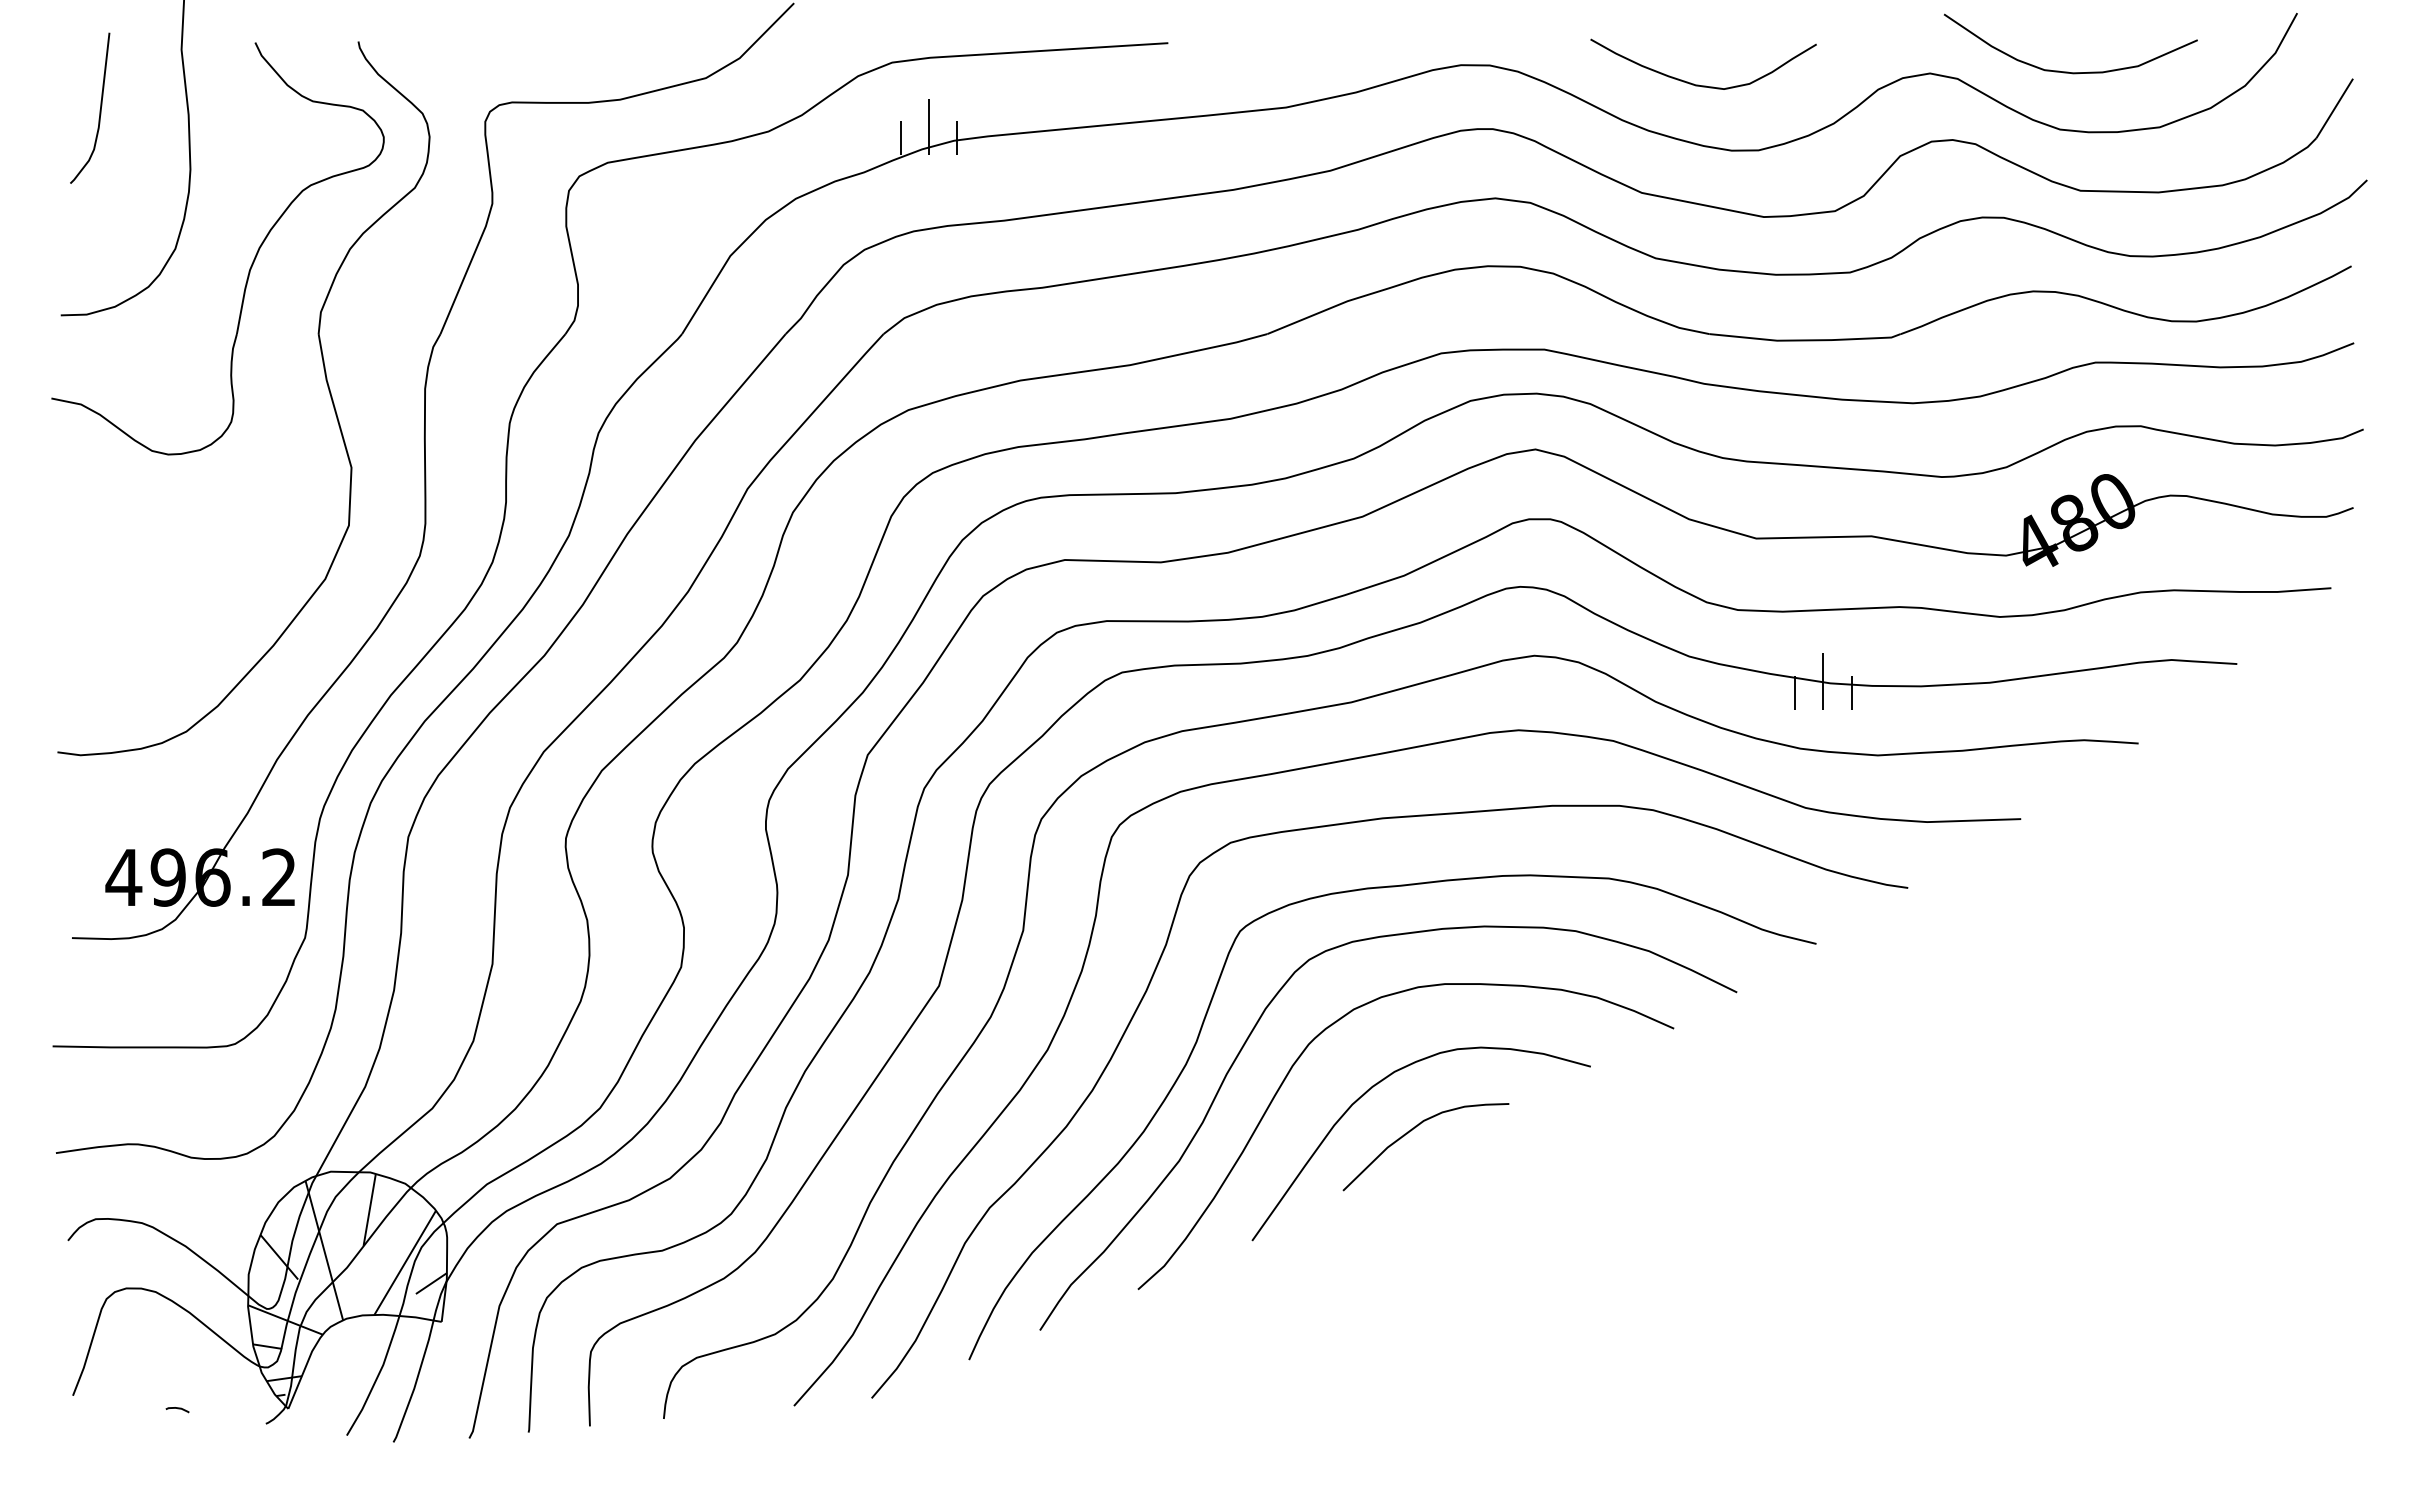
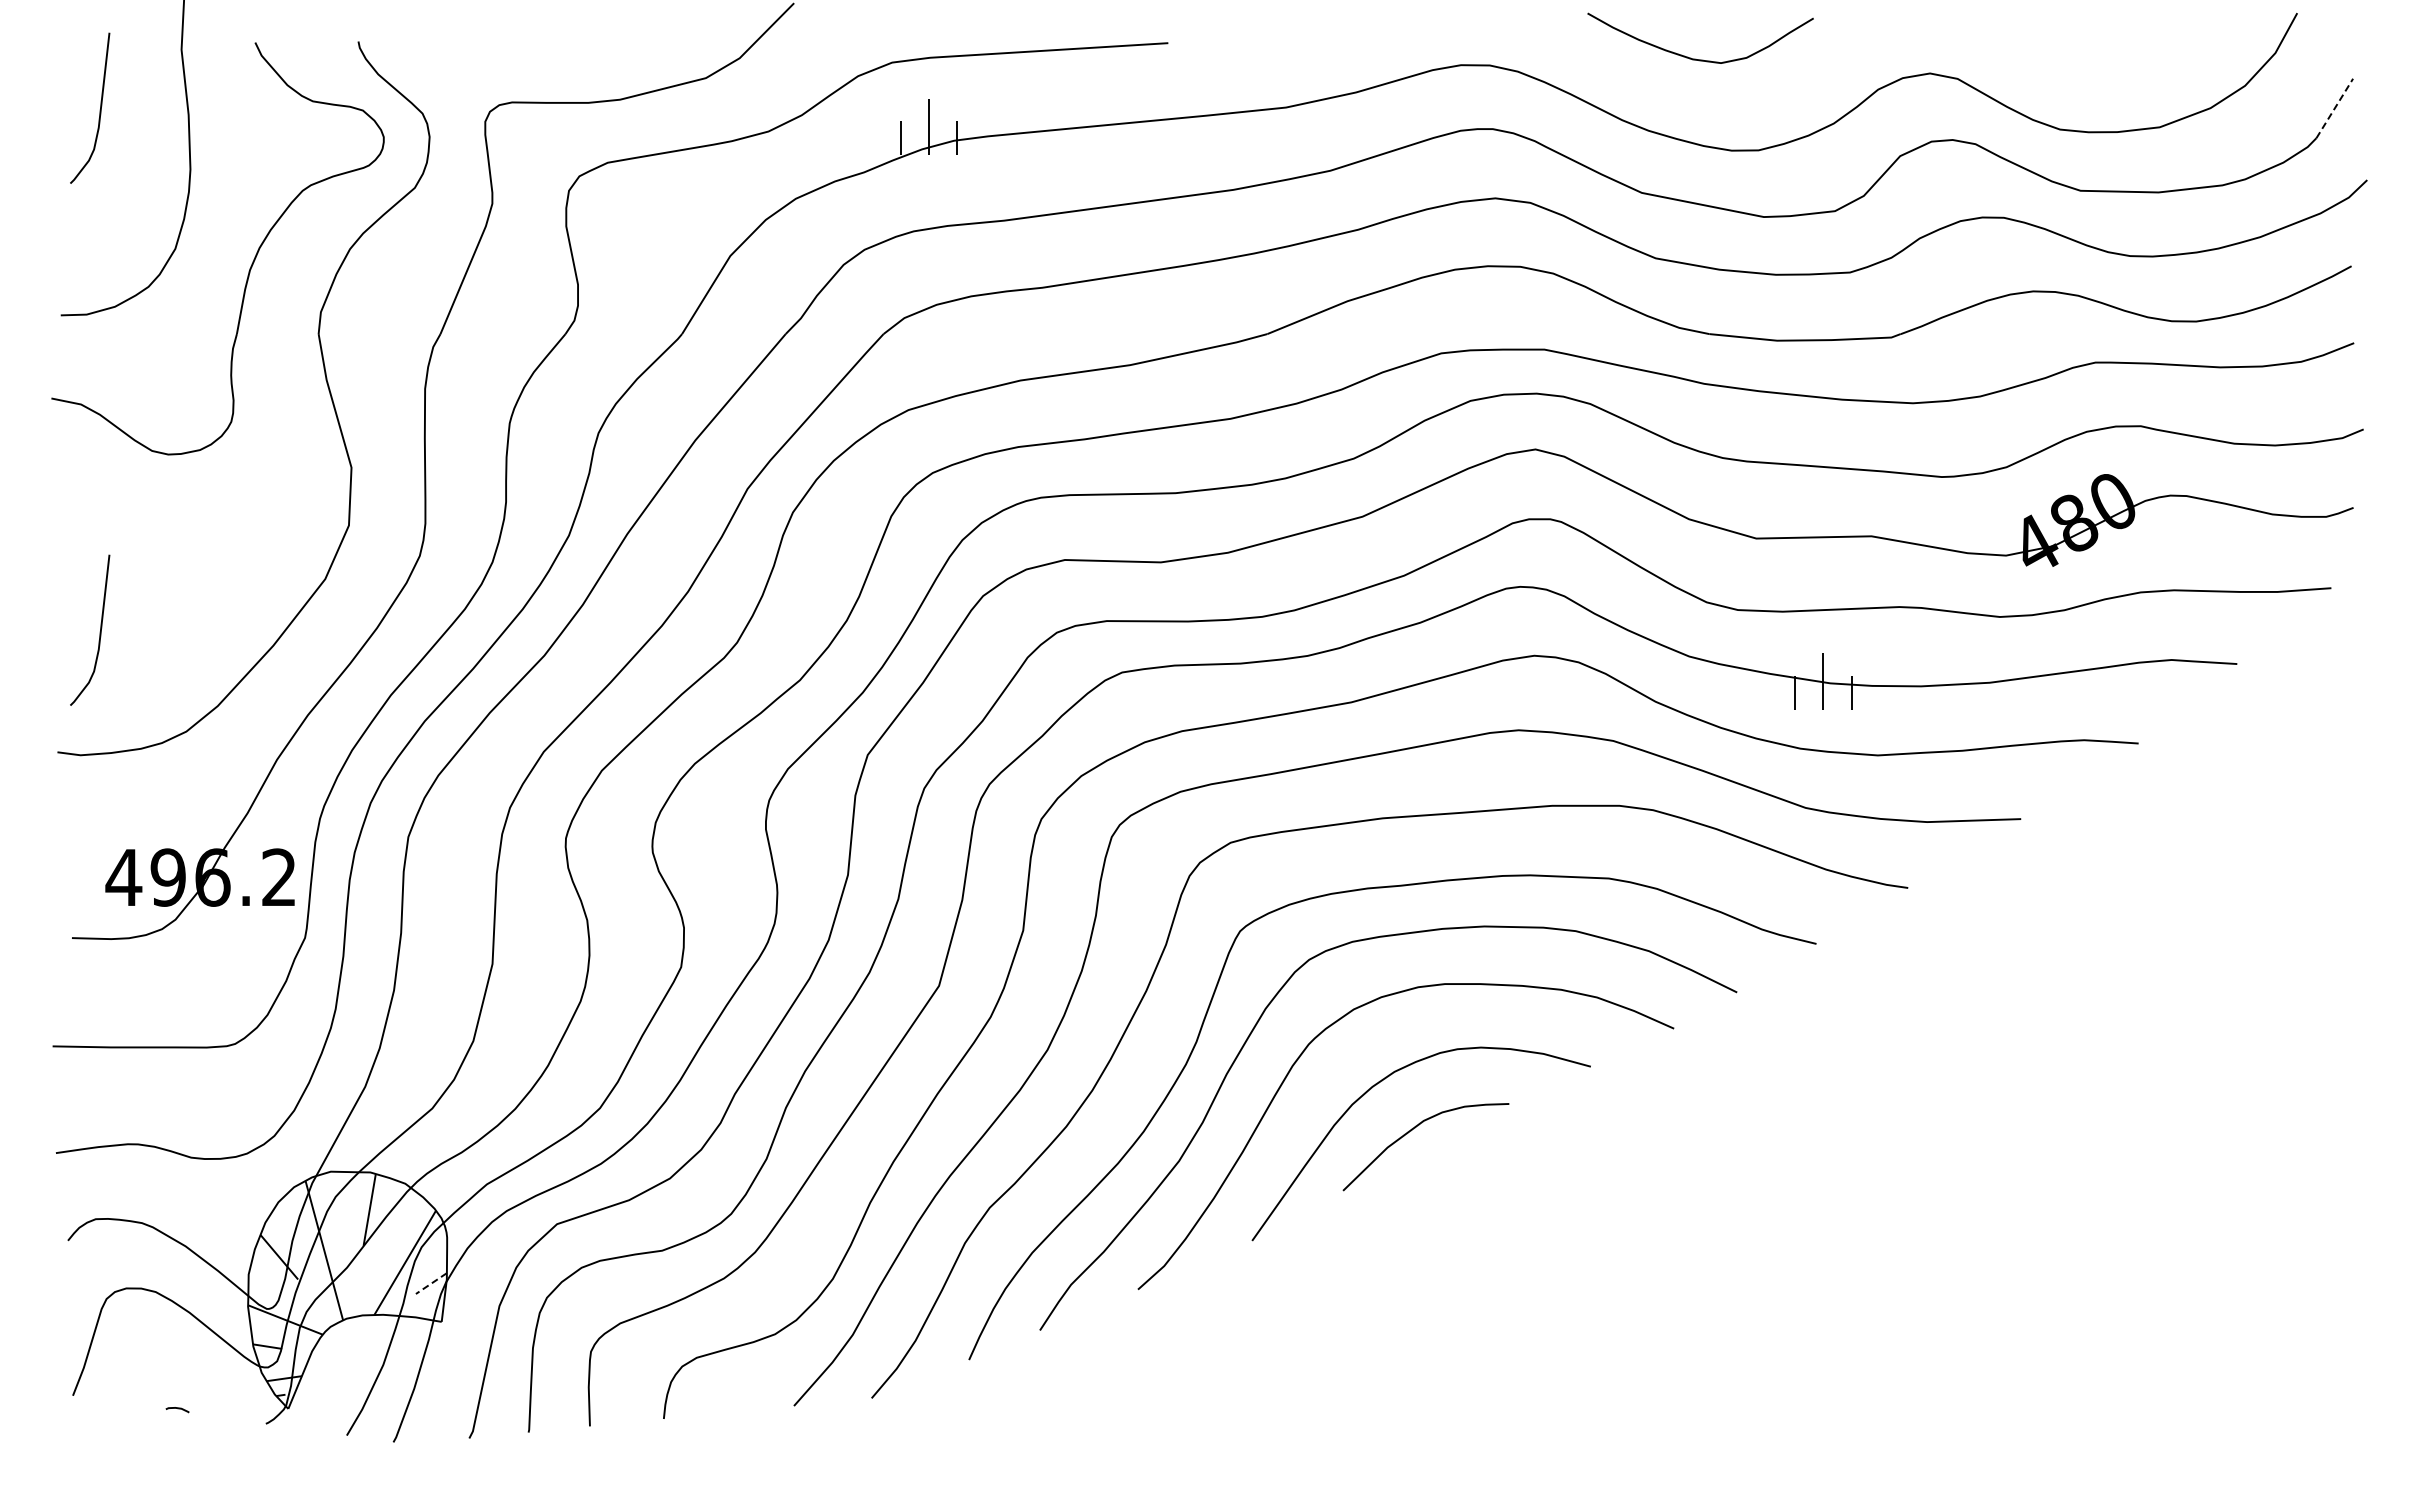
curve at (2068, 71): present -> none
curve at (1698, 84) position: (1698, 84) -> (1695, 58)
line at (2334, 108): solid -> dashed
curve at (99, 631): none -> present
line at (431, 1283): solid -> dashed
